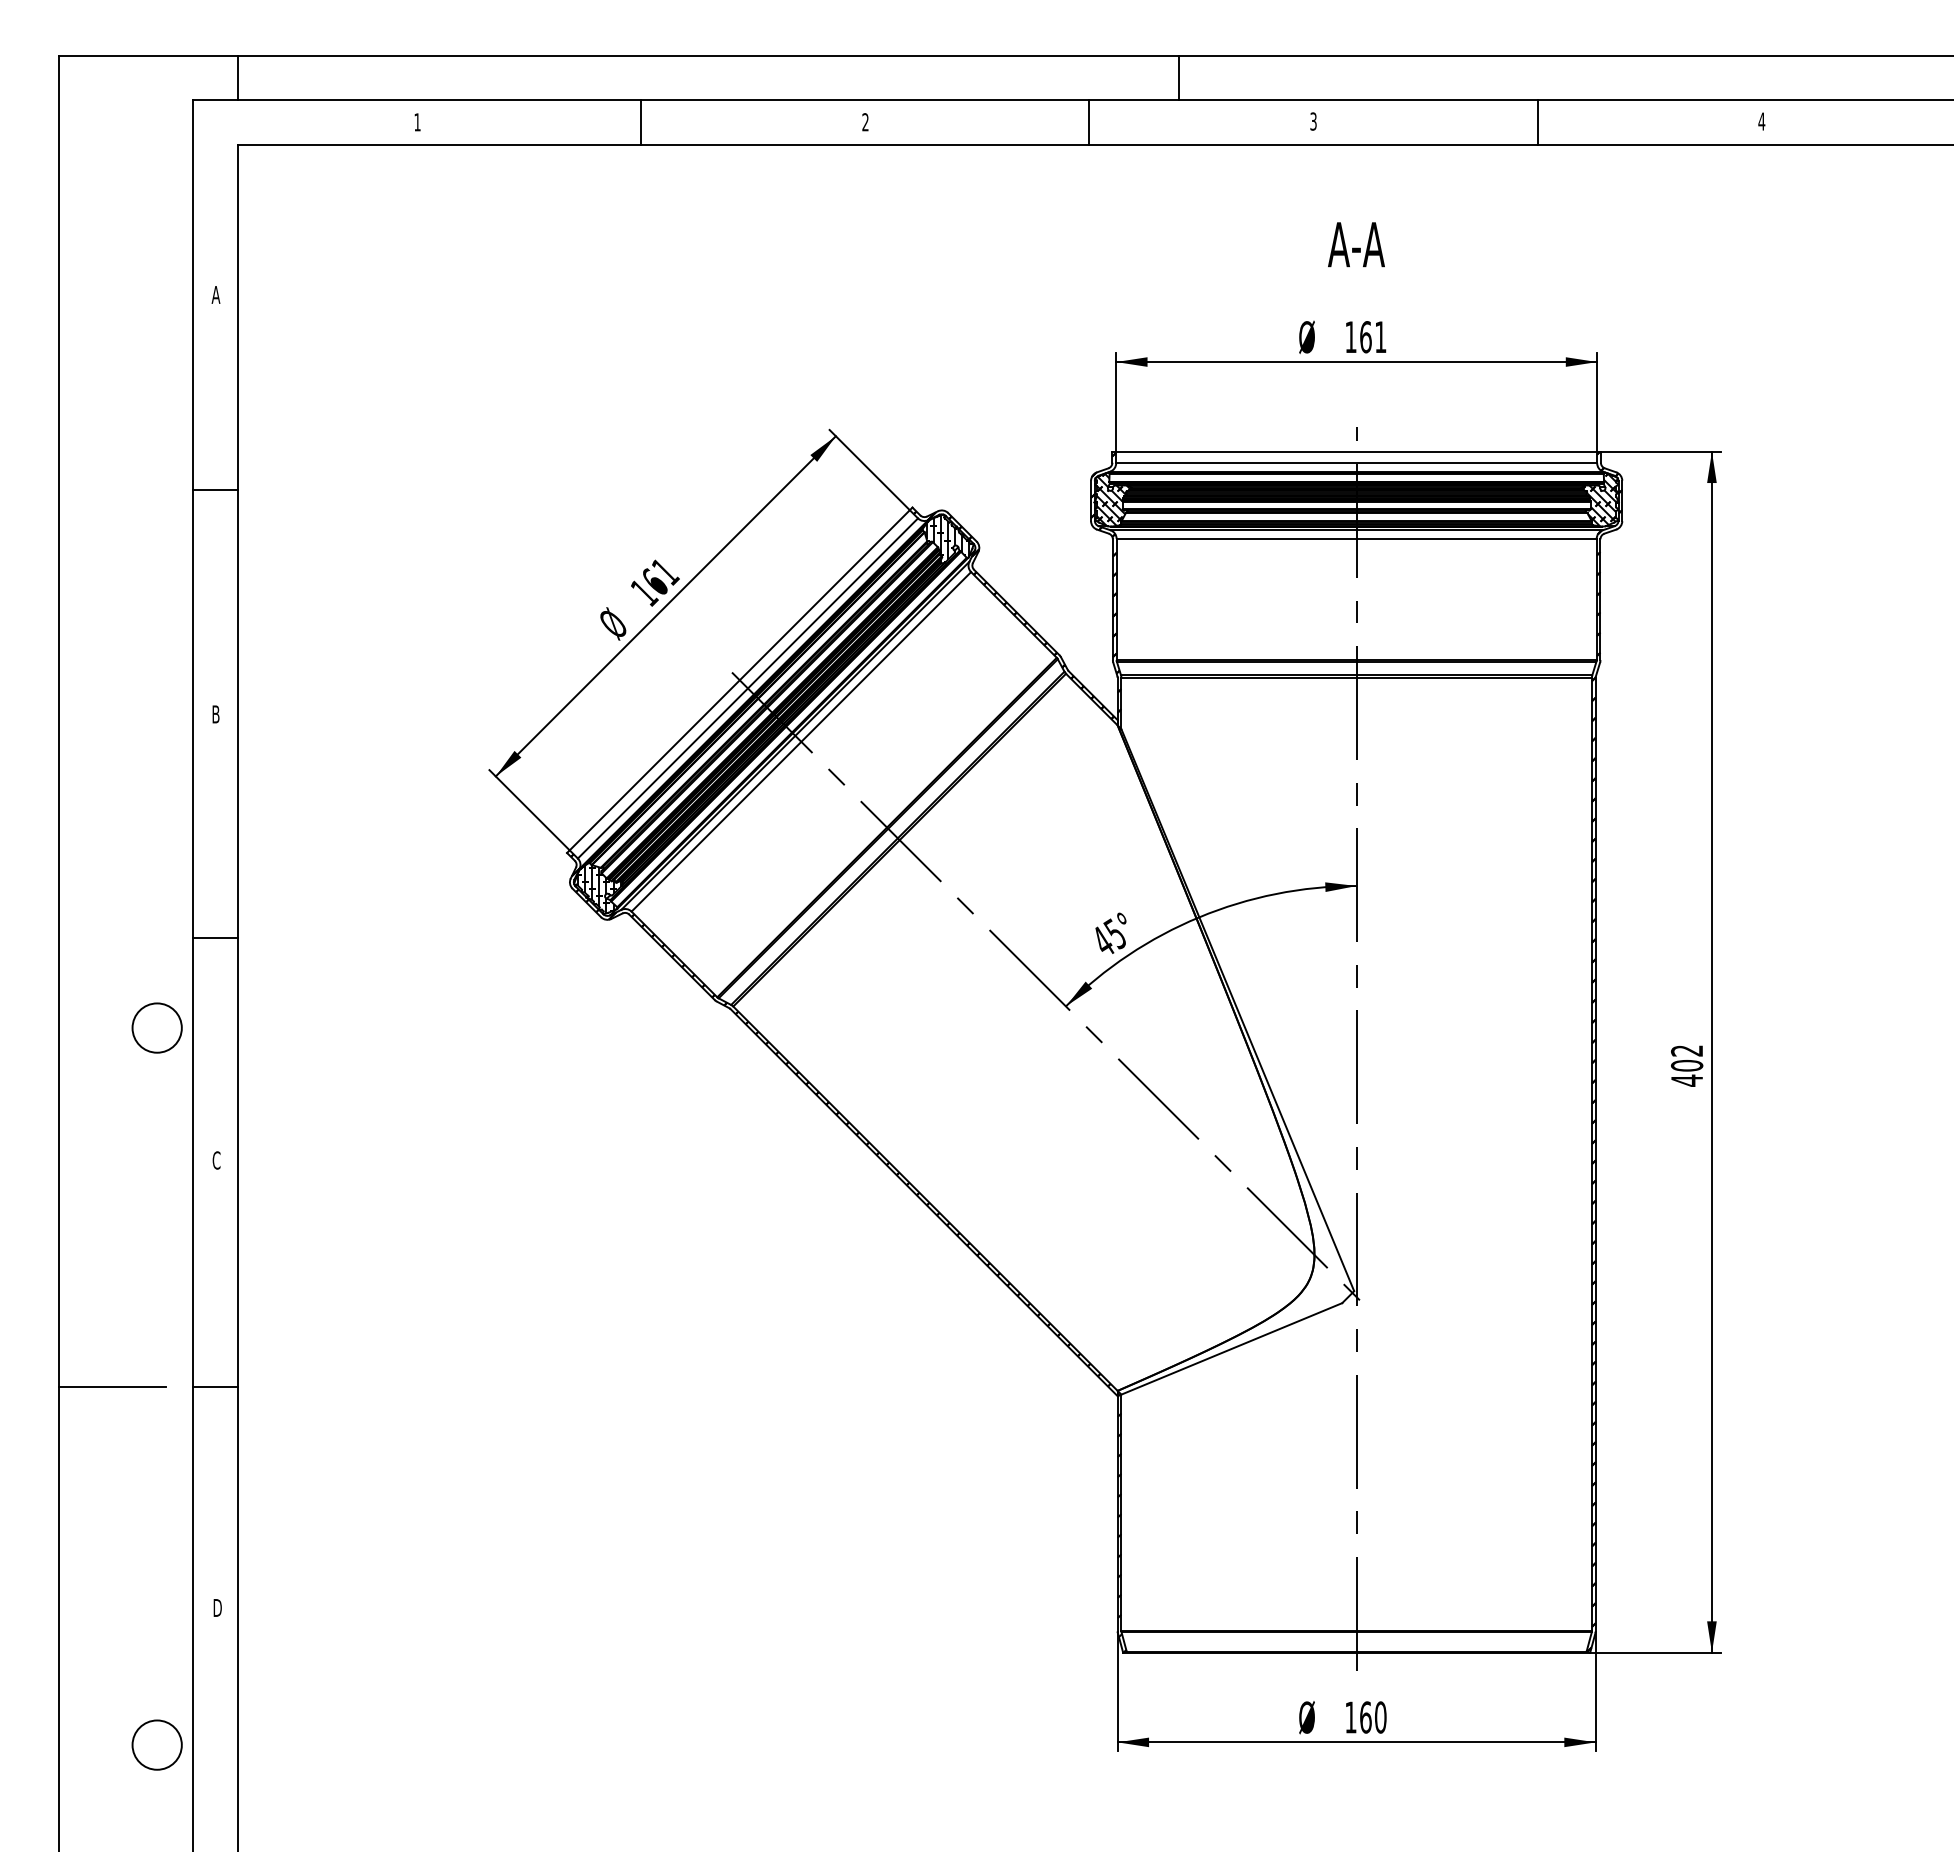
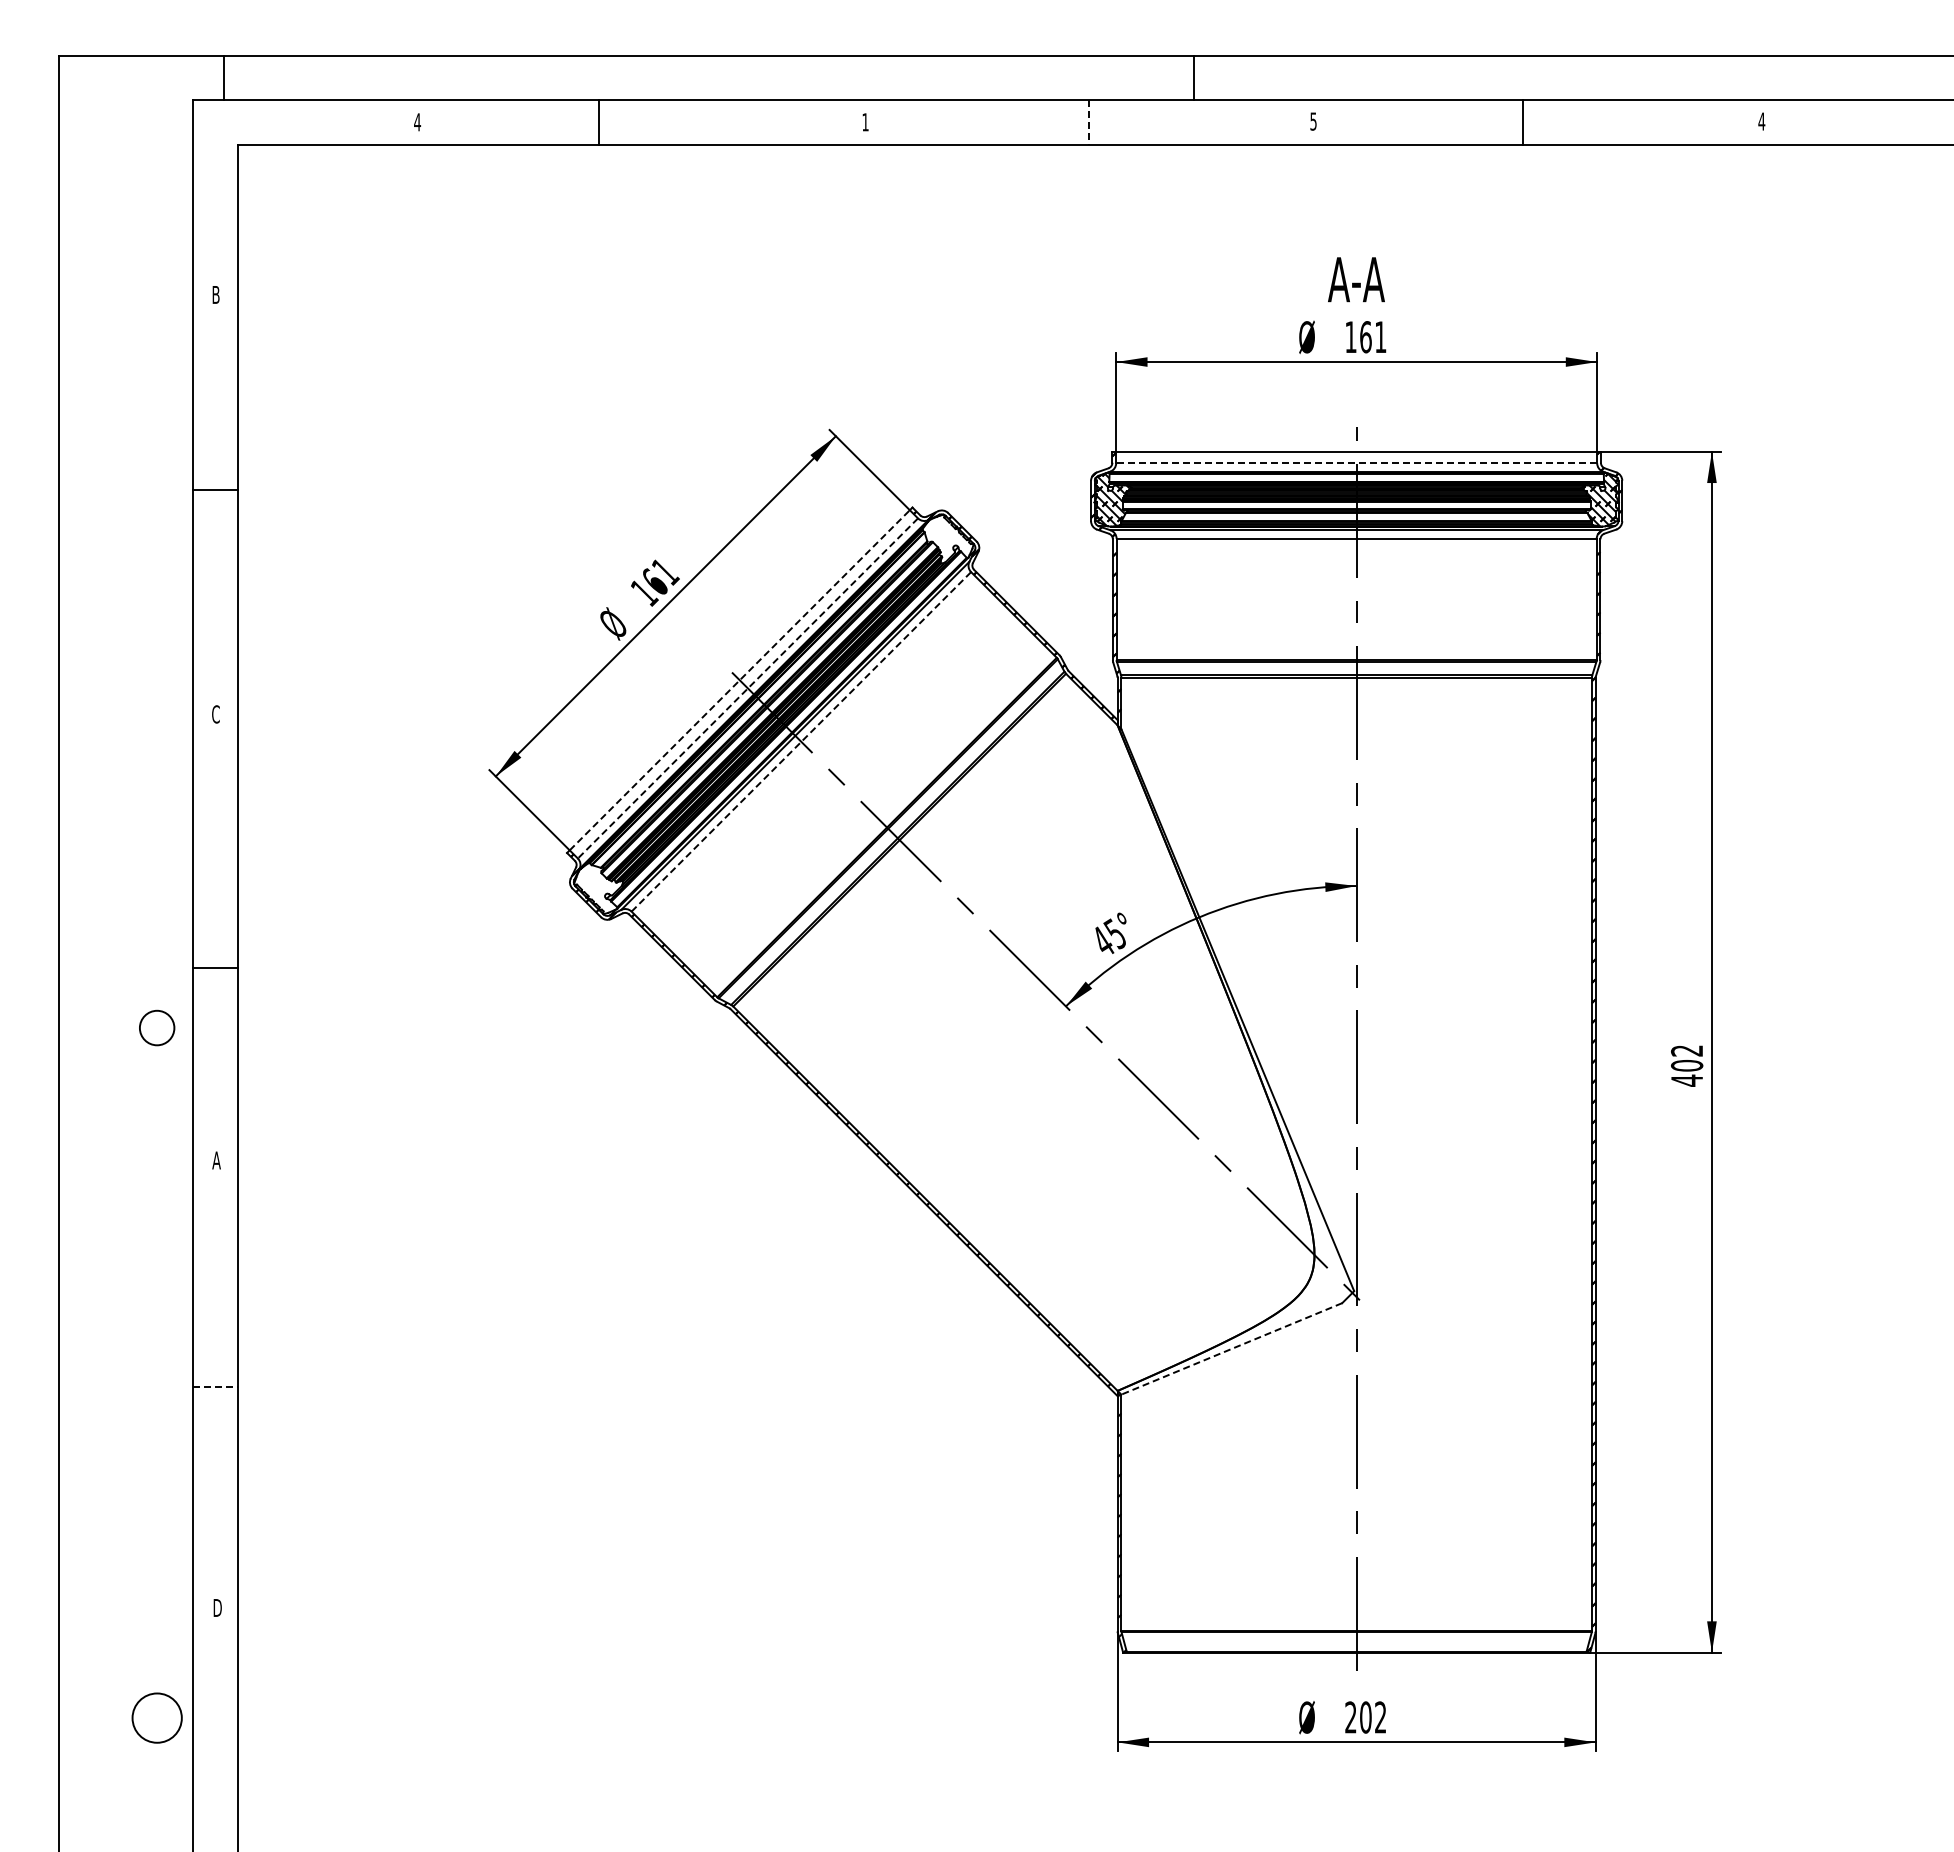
line at (237, 77) position: (237, 77) -> (223, 77)
line at (1179, 77) position: (1179, 77) -> (1194, 77)
text at (1313, 120): 3 -> 5
text at (417, 122): 1 -> 4
line at (641, 122) position: (641, 122) -> (599, 122)
text at (865, 122): 2 -> 1
line at (1537, 122) position: (1537, 122) -> (1522, 122)
line at (1089, 123): solid -> dashed
text at (1356, 244) position: (1356, 244) -> (1356, 279)
text at (215, 294): A -> B
line at (1356, 463): solid -> dashed
hatch at (947, 539): present -> none
line at (739, 680): solid -> dashed
line at (747, 688): solid -> dashed
text at (215, 714): B -> C
line at (801, 741): solid -> dashed
hatch at (598, 889): present -> none
line at (215, 938) position: (215, 938) -> (215, 968)
circle at (156, 1027) size: 52x52 px -> 37x38 px
text at (216, 1160): C -> A
line at (1231, 1348): solid -> dashed
line at (112, 1386): present -> none
line at (215, 1386): solid -> dashed
text at (1365, 1717): 160 -> 202
circle at (156, 1744) position: (156, 1744) -> (156, 1717)
